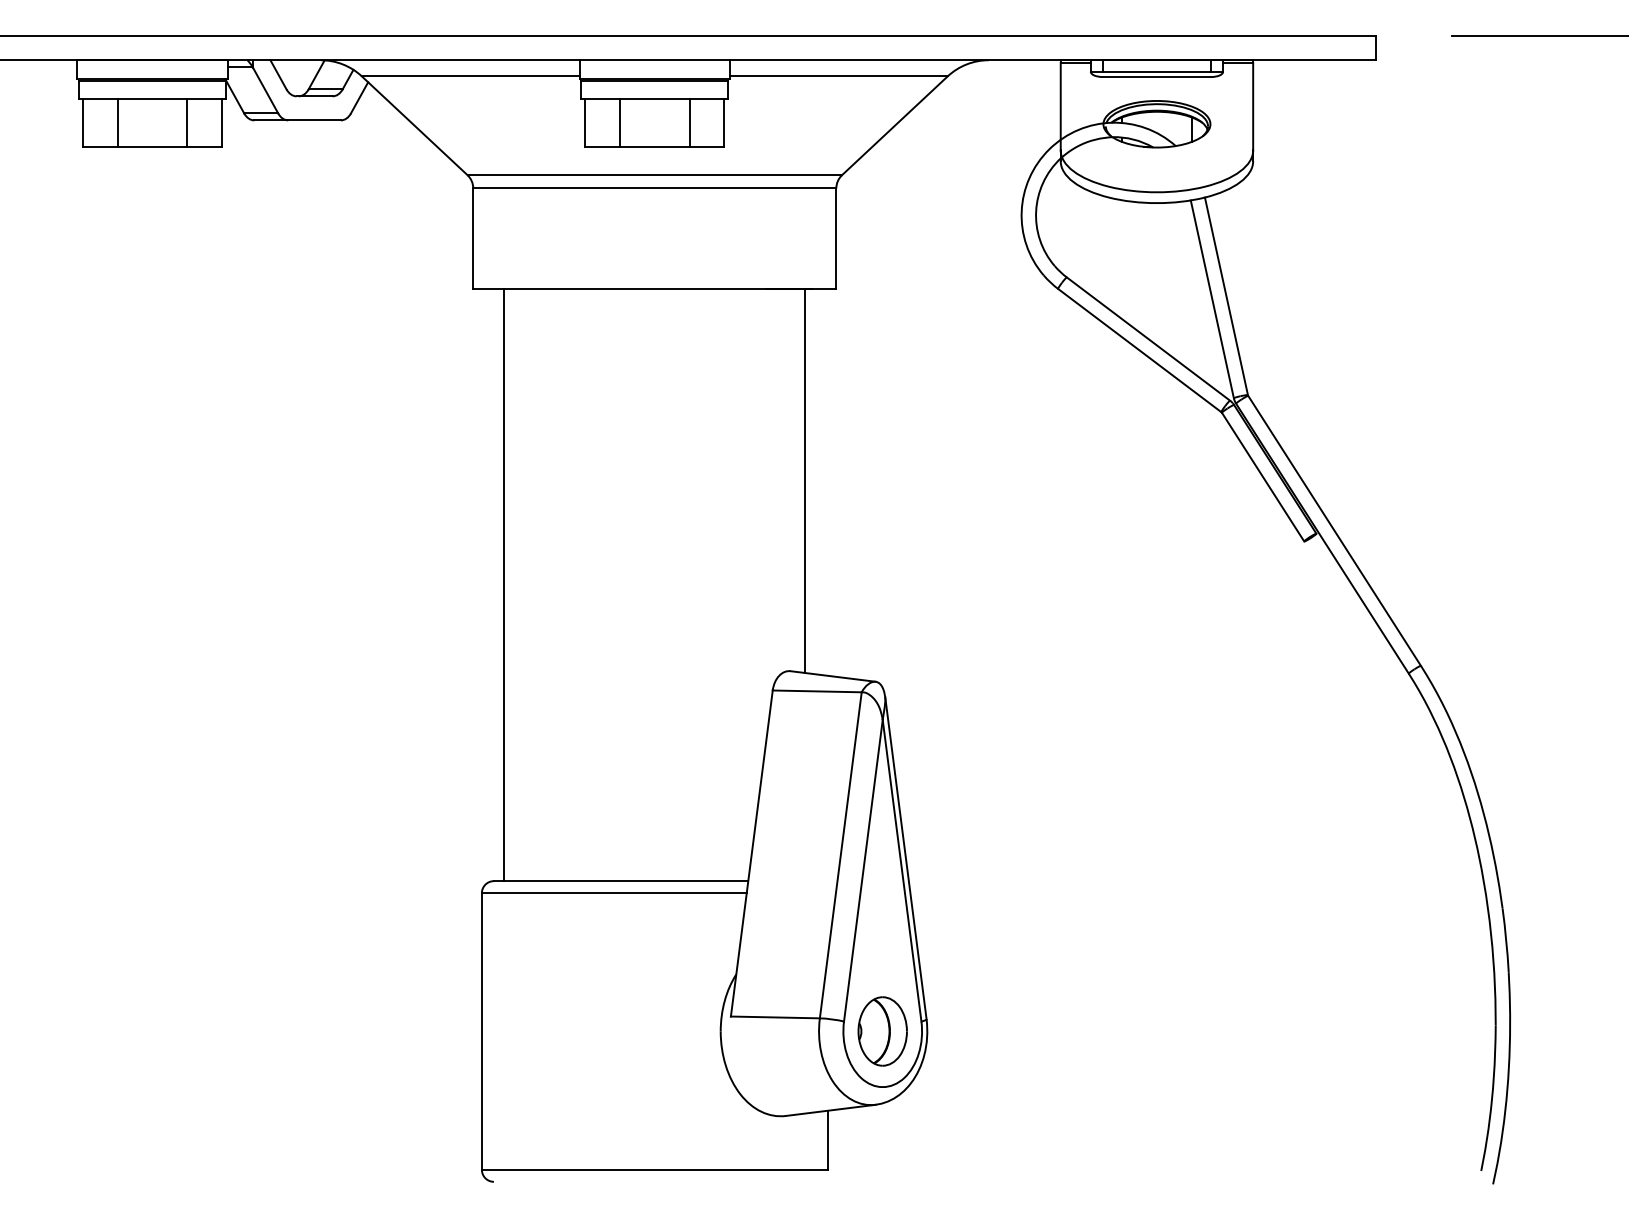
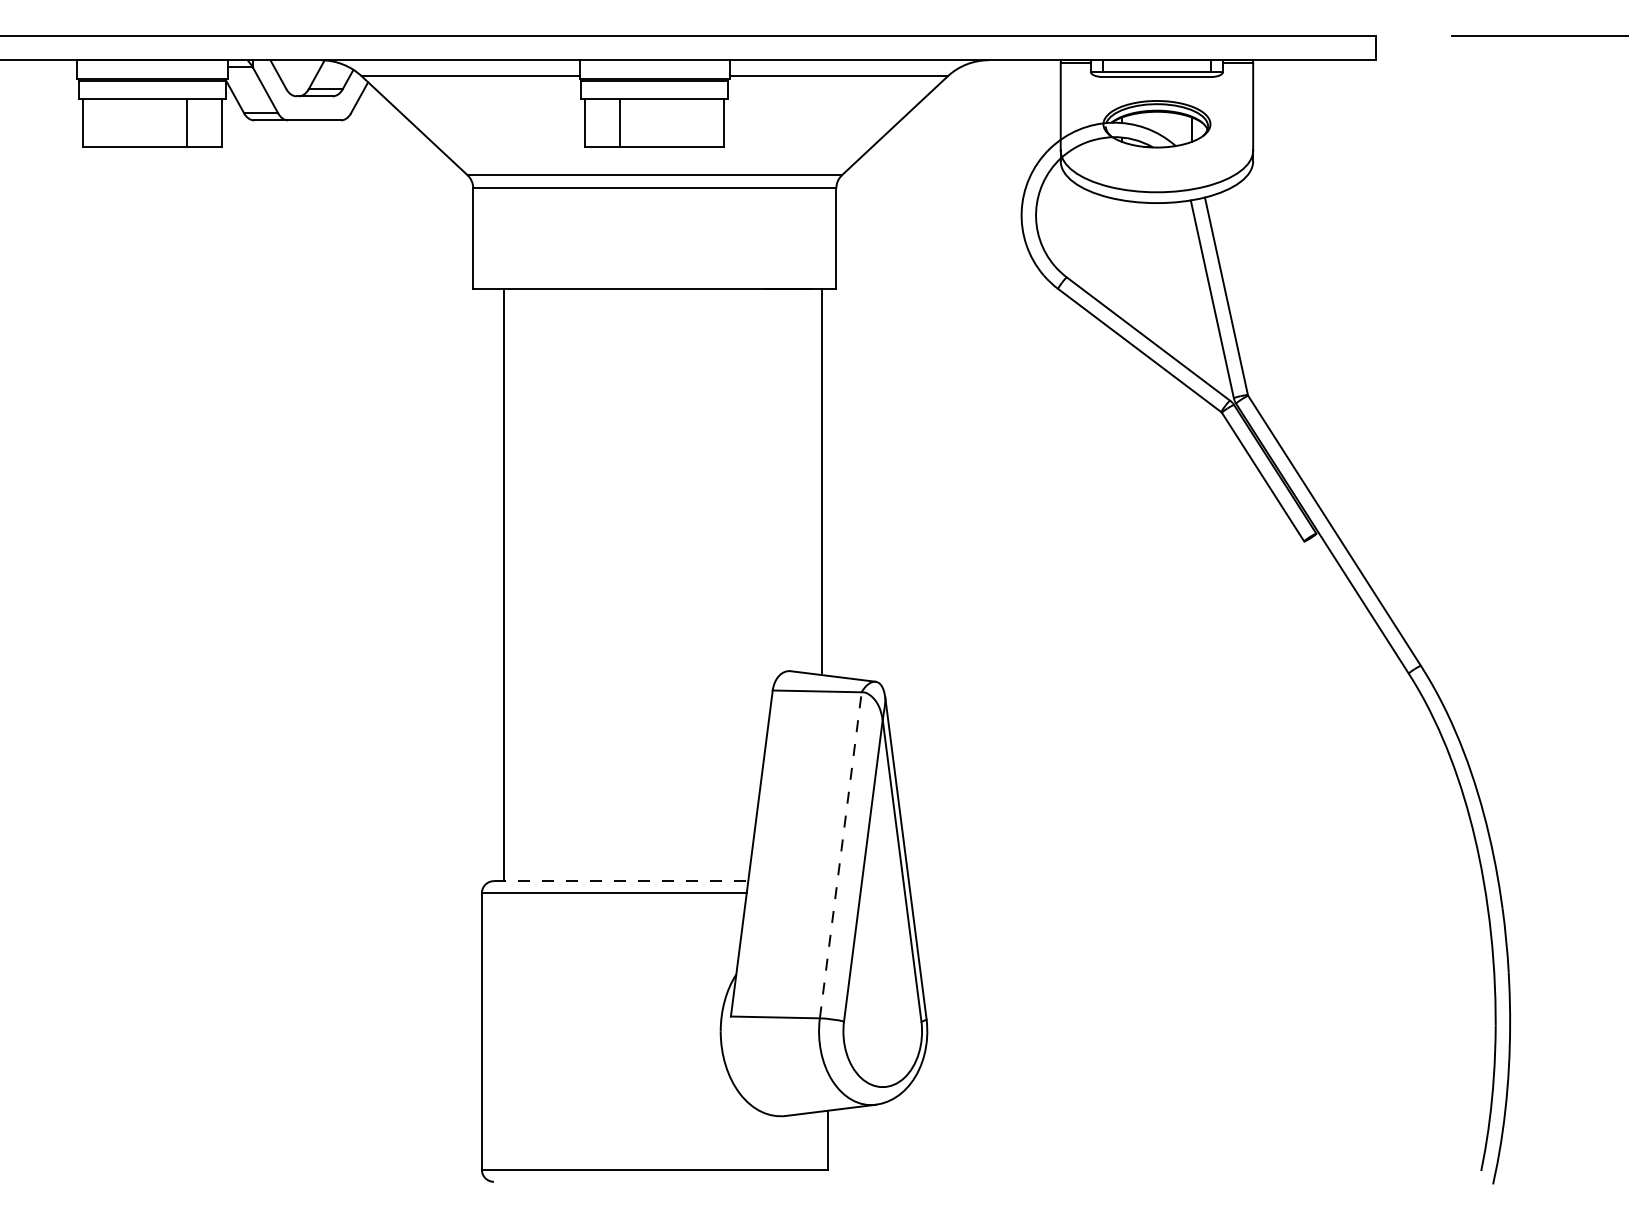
line at (117, 122): present -> none
line at (689, 122): present -> none
line at (805, 480) position: (805, 480) -> (822, 480)
line at (840, 854): solid -> dashed
line at (621, 881): solid -> dashed
part at (882, 1031): present -> none
